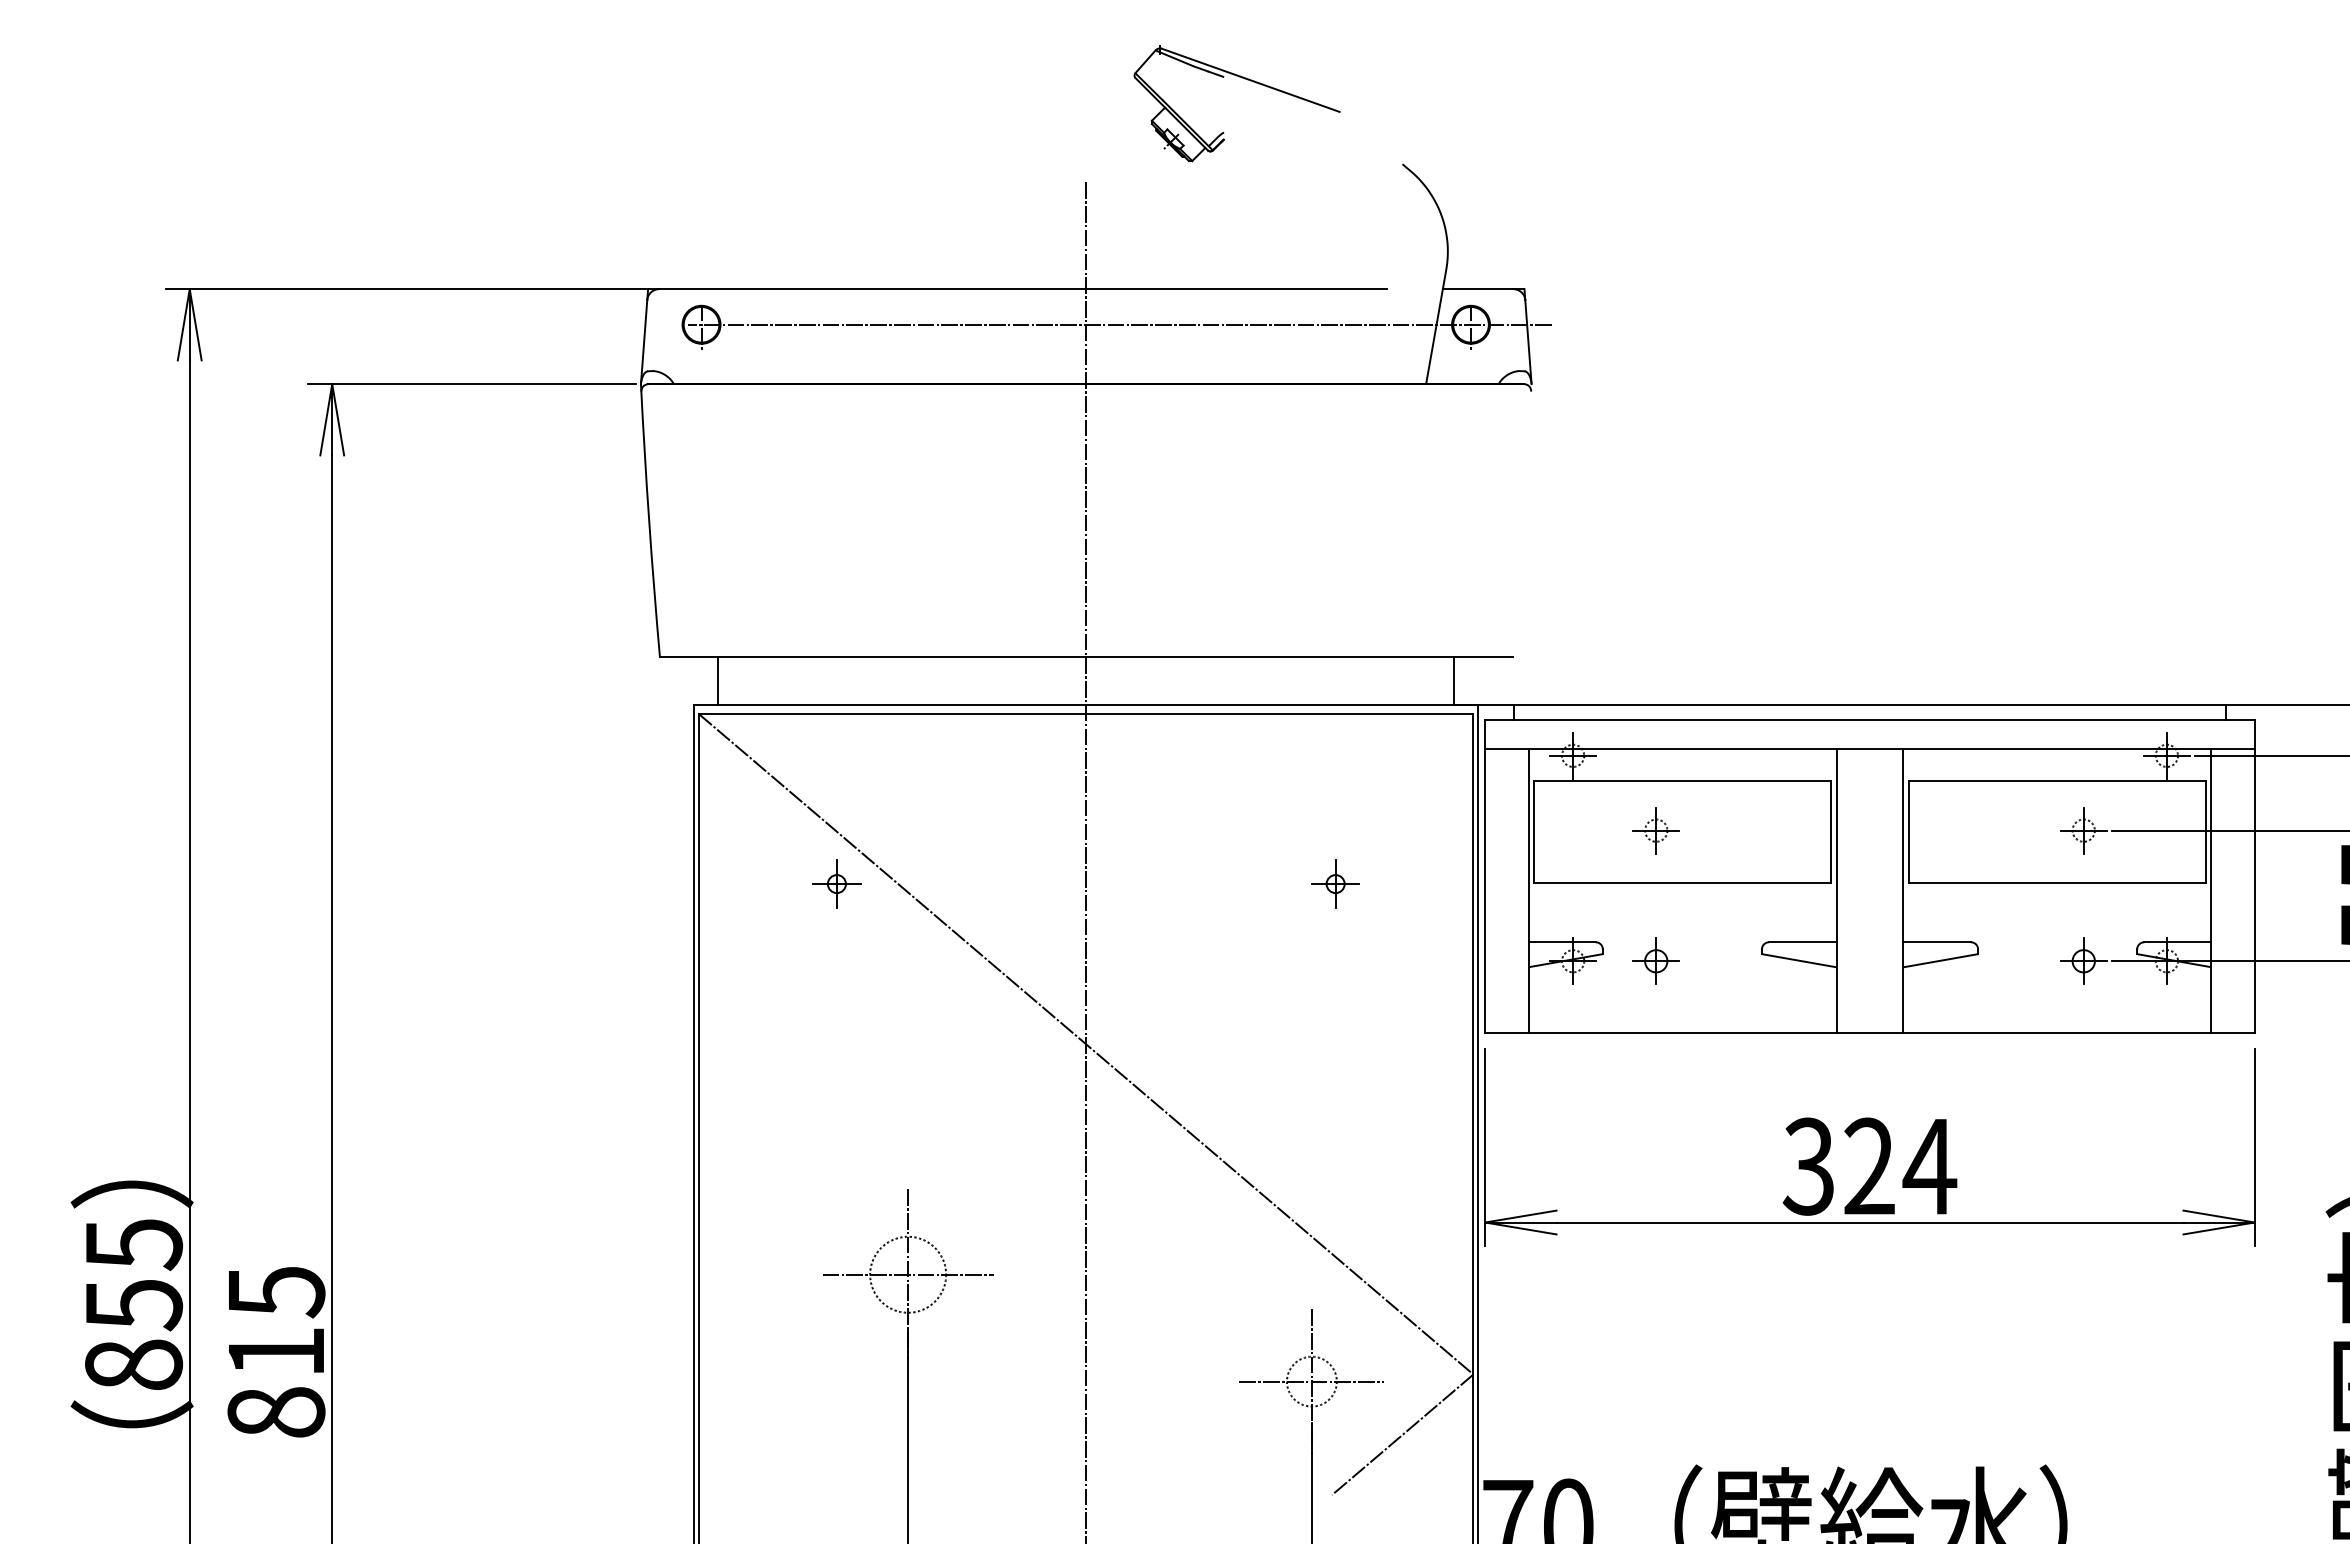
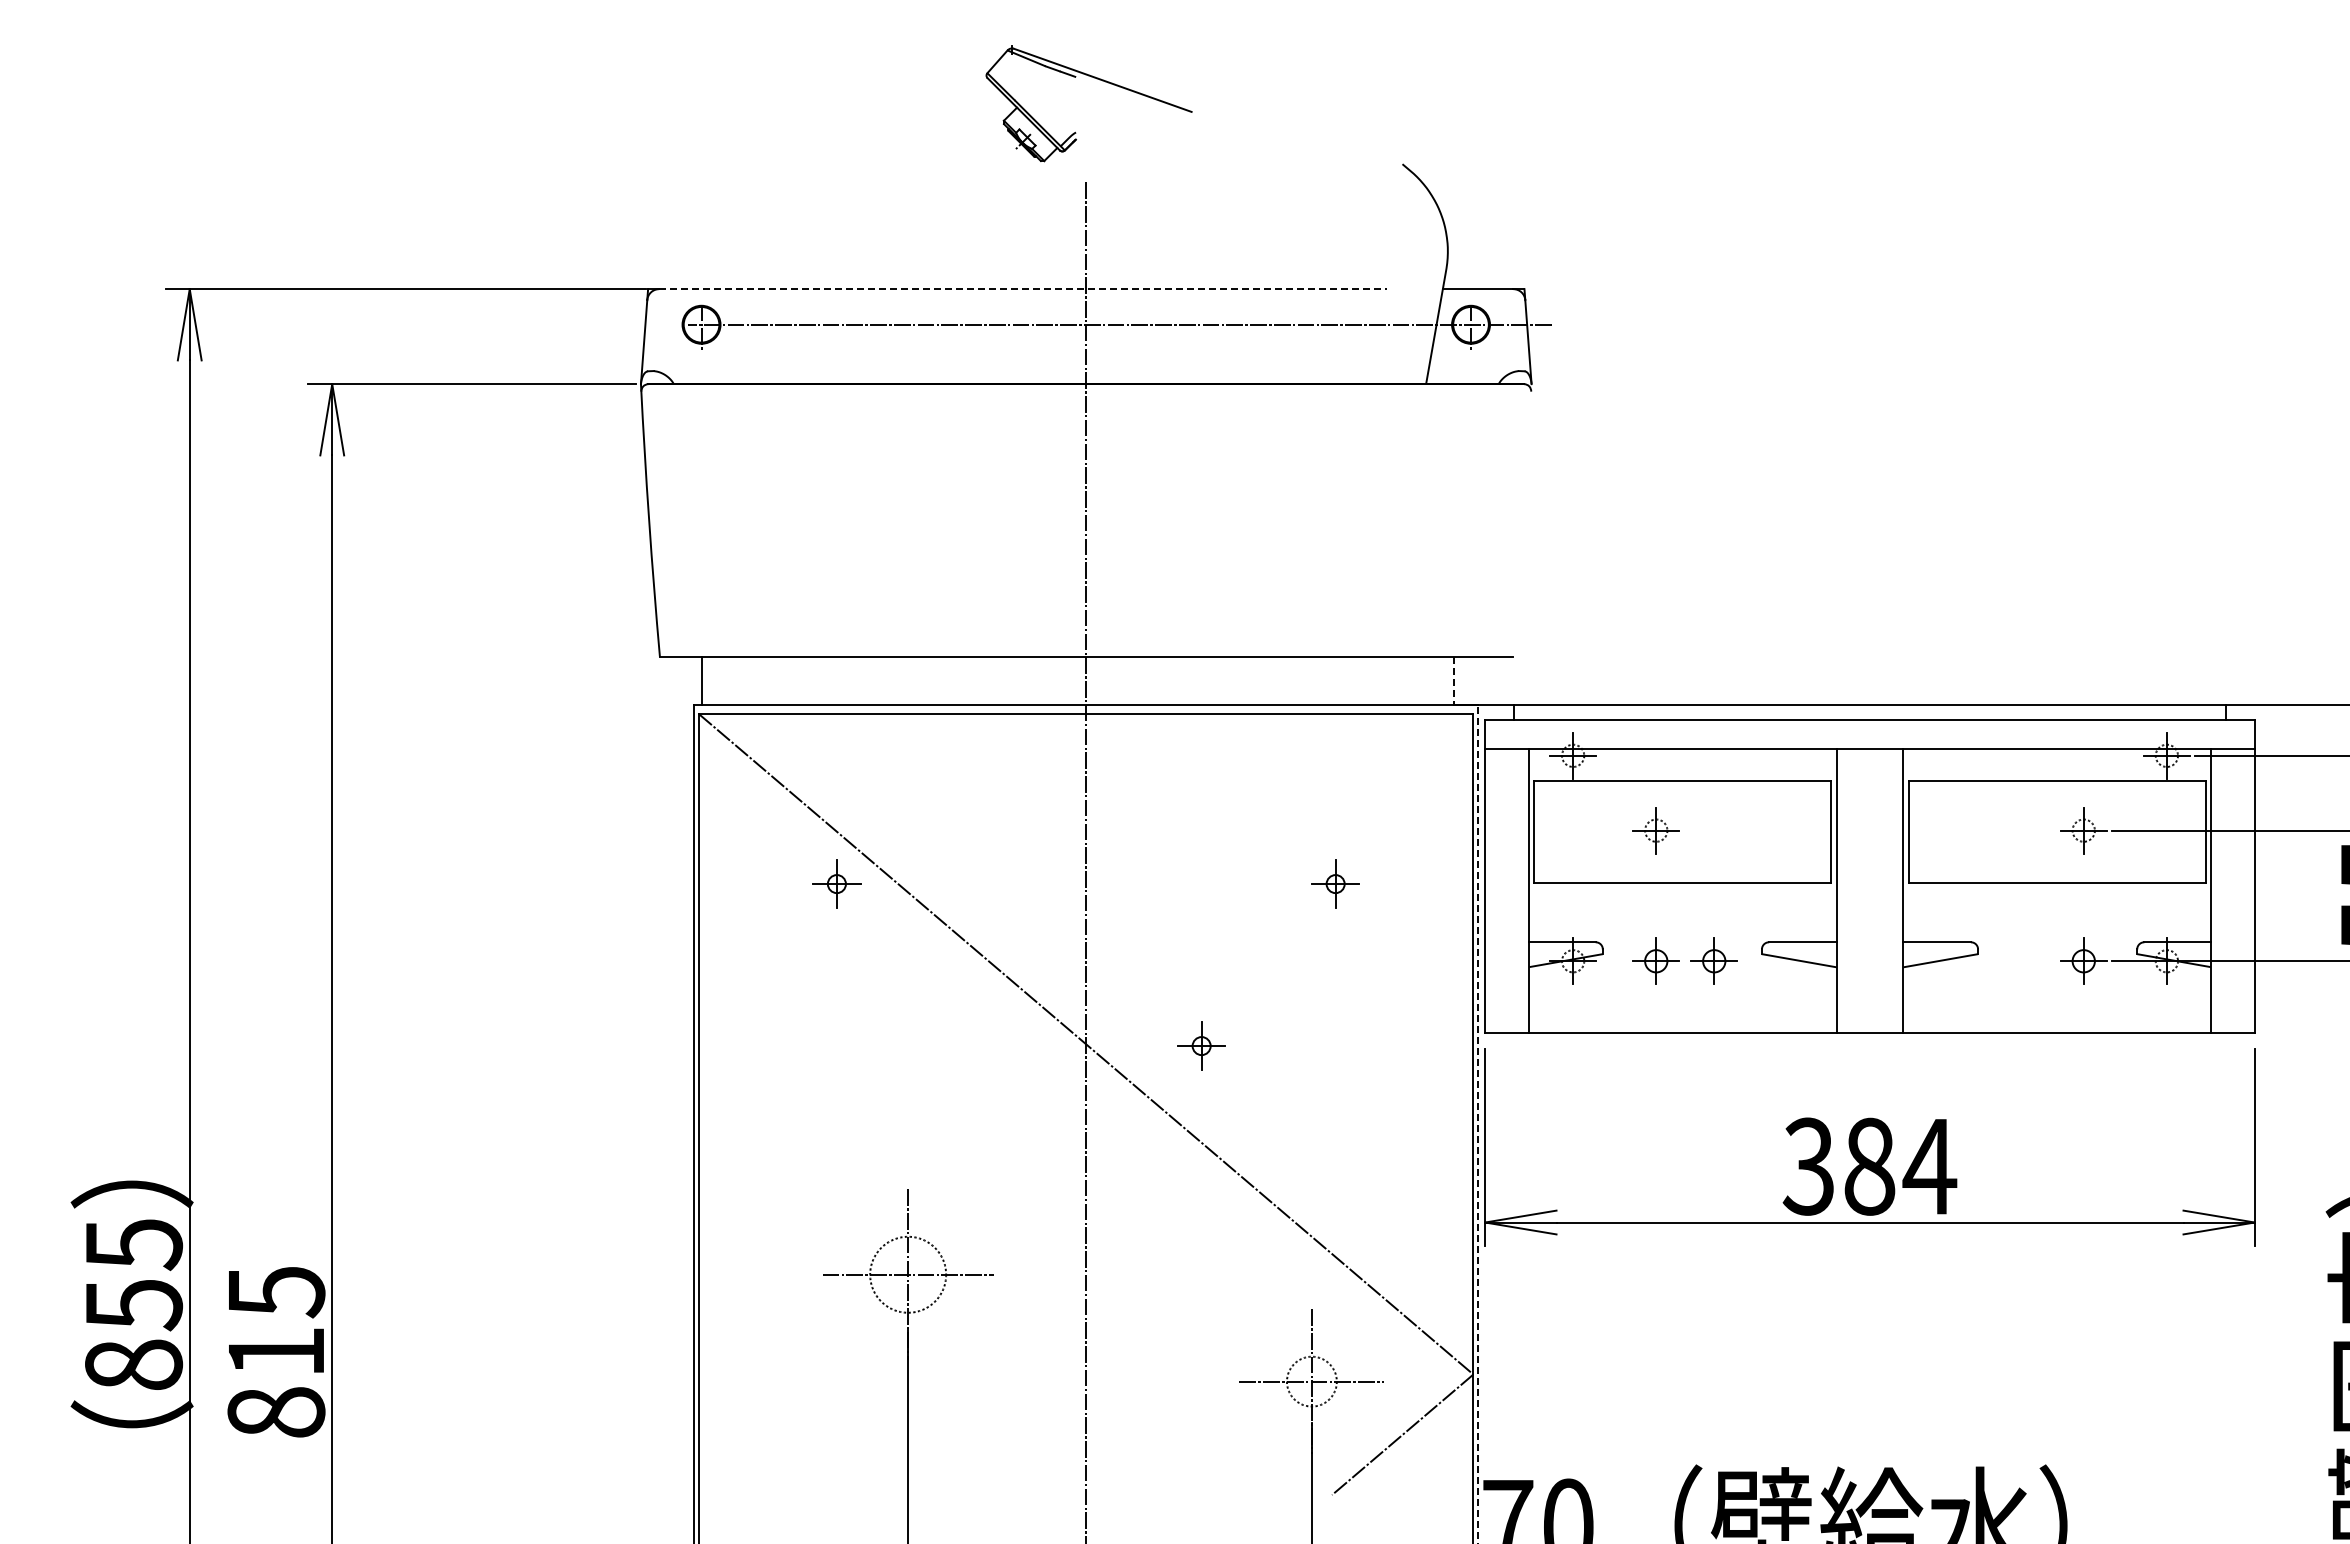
part at (1244, 79) position: (1244, 79) -> (1096, 79)
line at (1023, 289): solid -> dashed
line at (718, 680) position: (718, 680) -> (702, 680)
line at (1454, 681): solid -> dashed
part at (1713, 960): none -> present
part at (1201, 1045): none -> present
line at (1478, 1123): solid -> dashed
text at (1869, 1166): 324 -> 384
